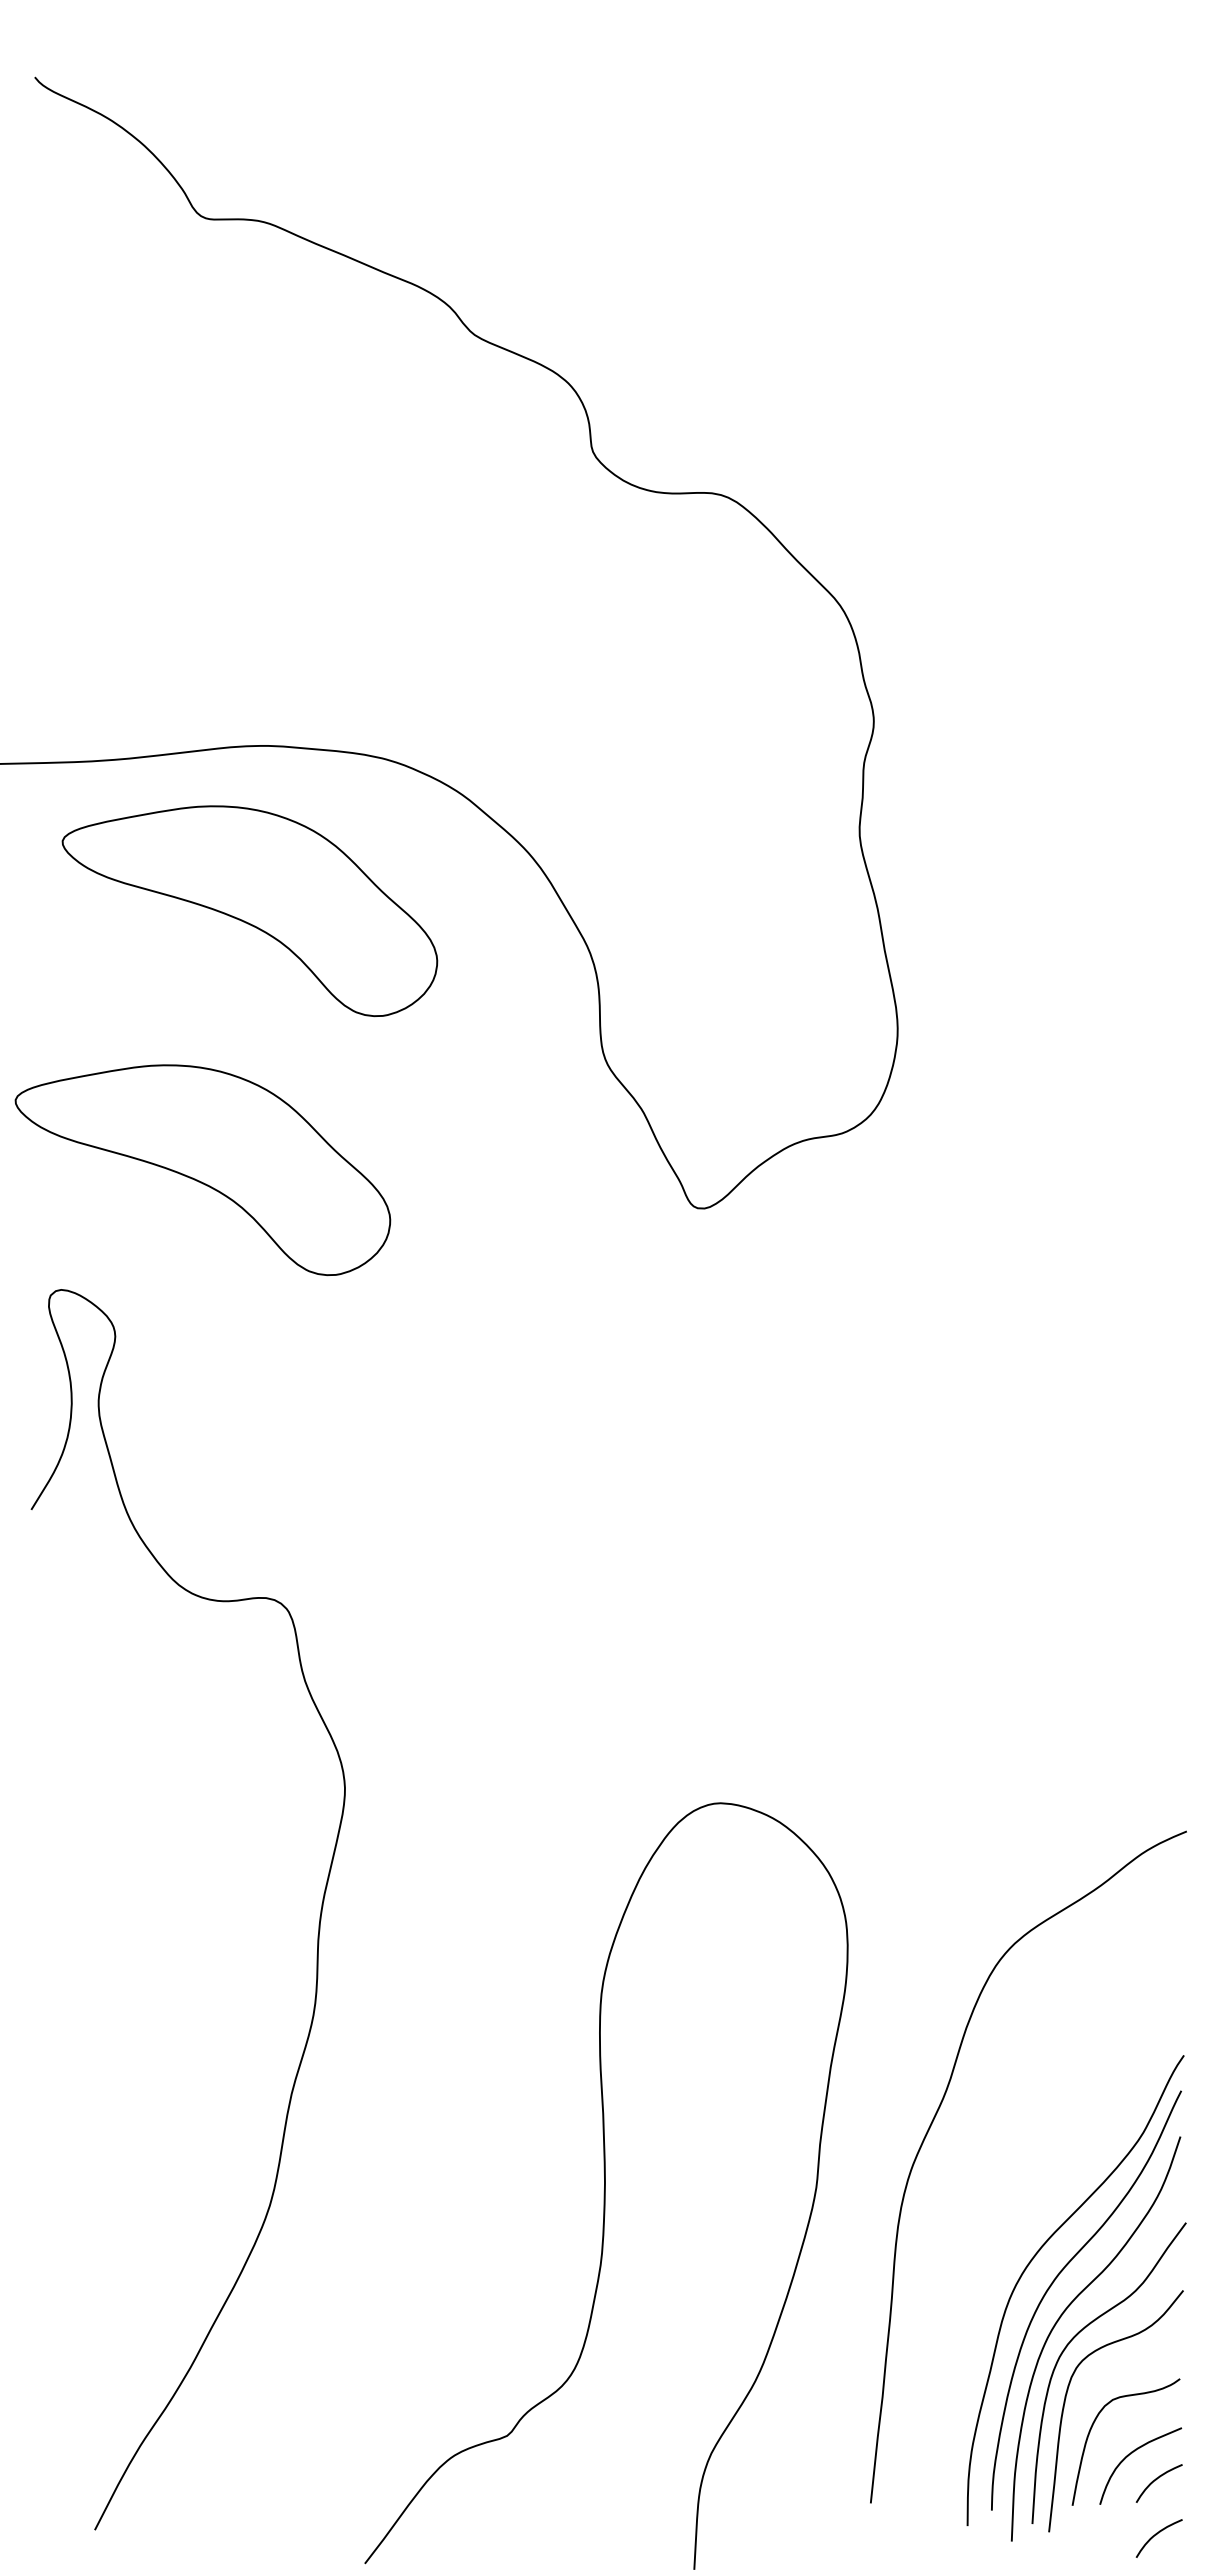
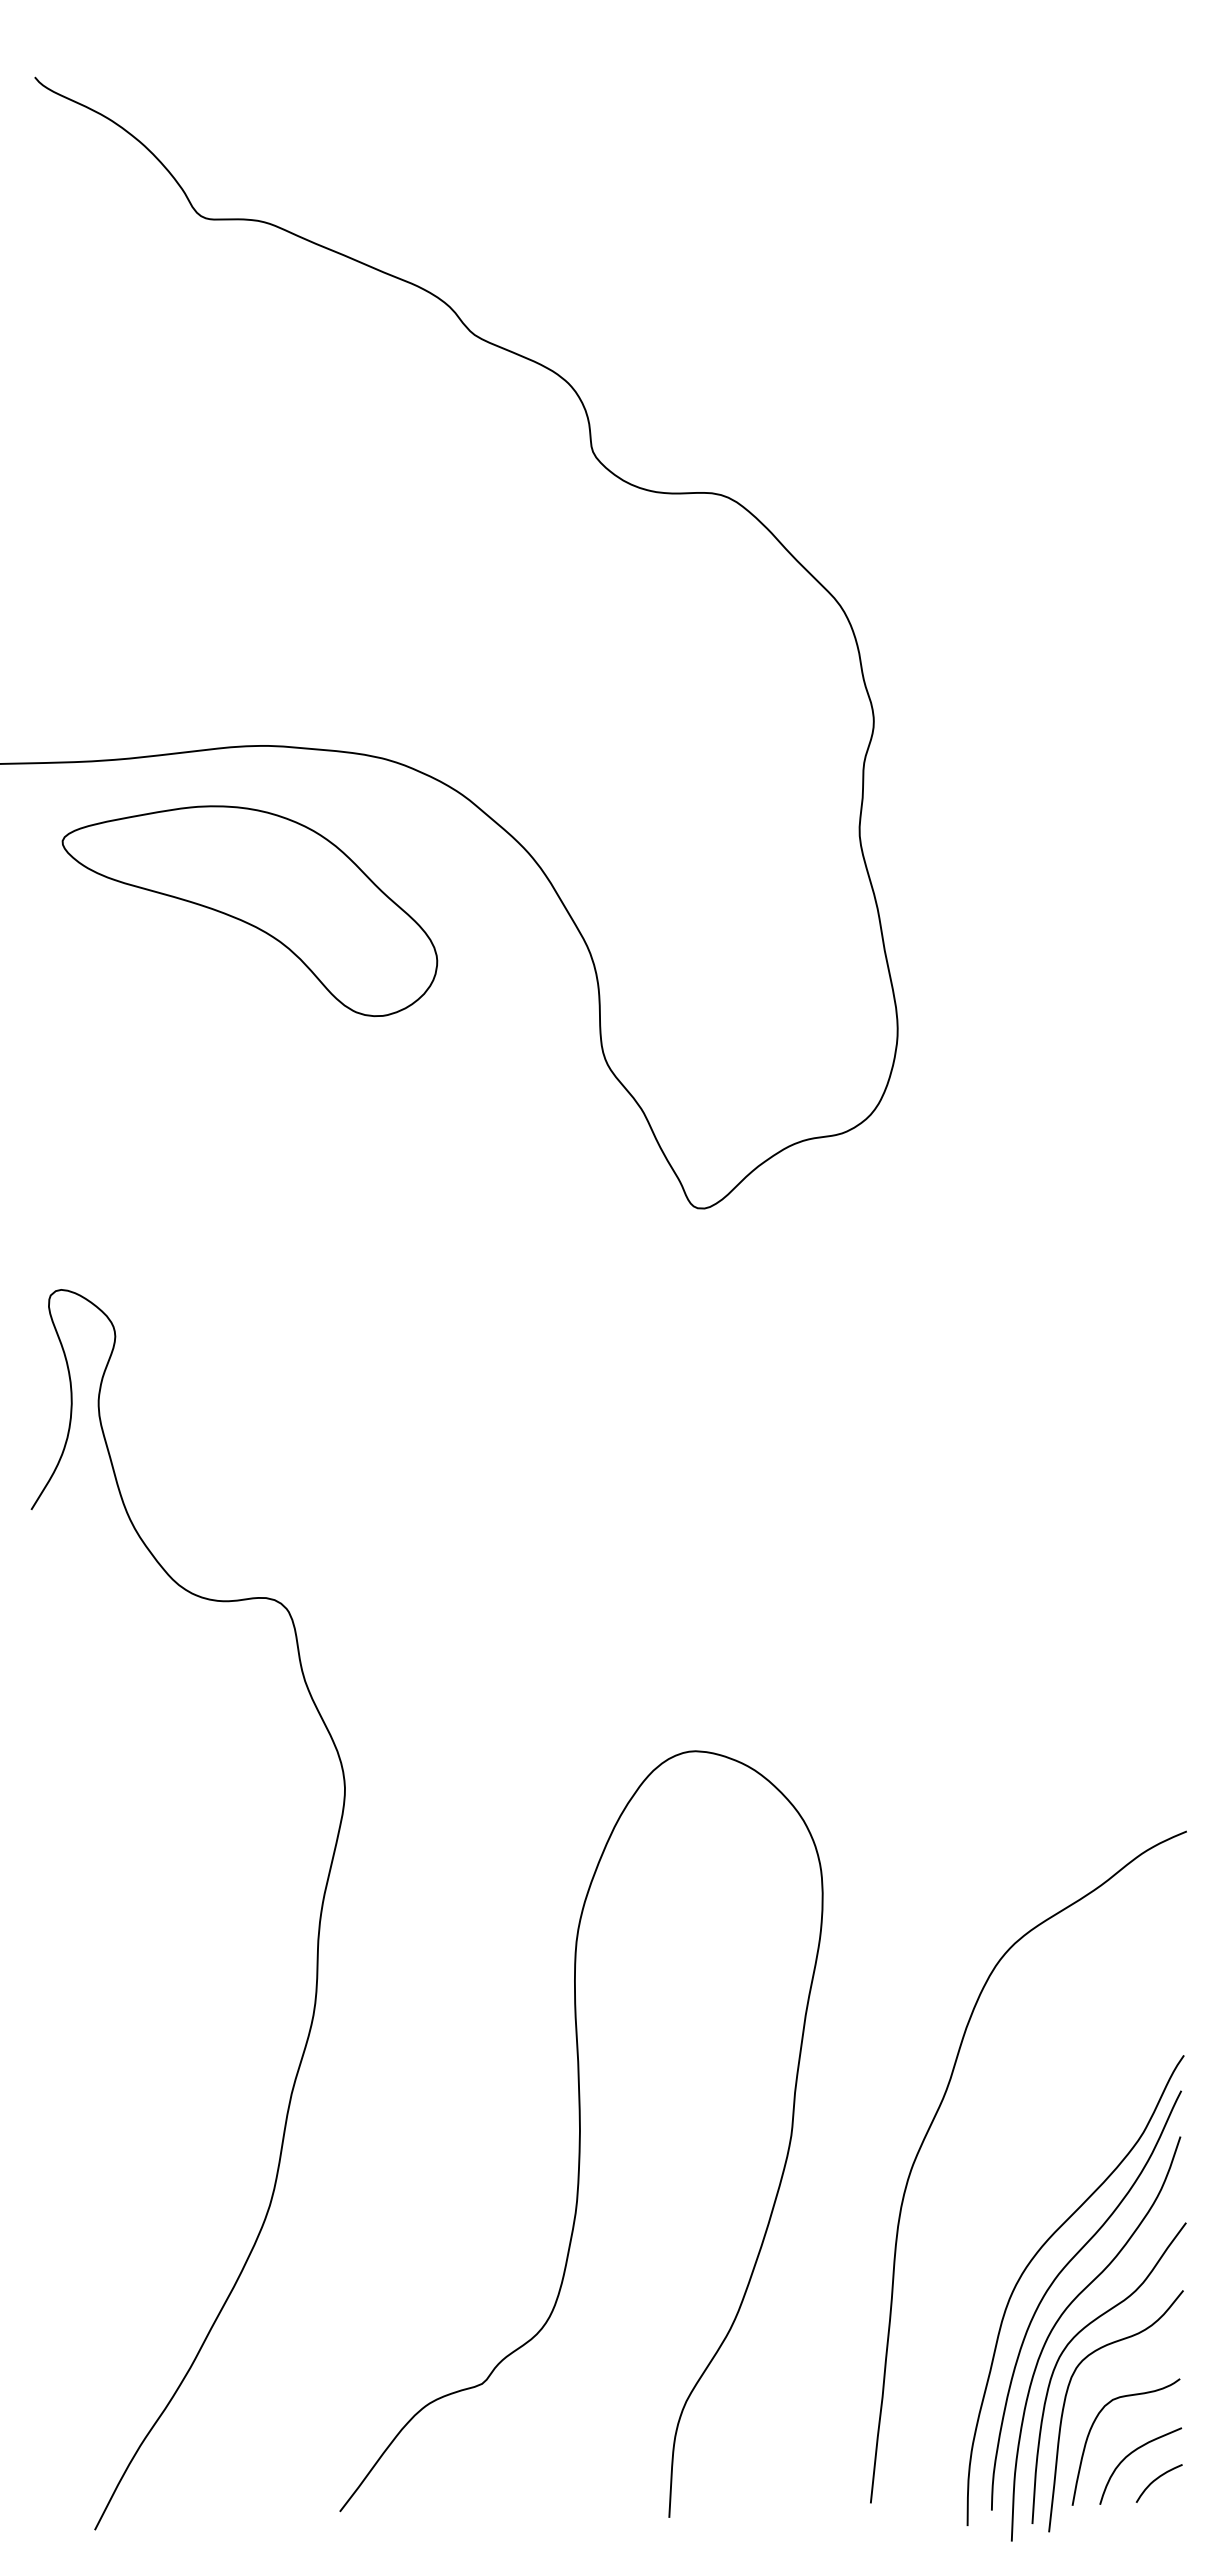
part at (202, 1170): present -> none
curve at (605, 2185) position: (605, 2185) -> (580, 2133)
curve at (1156, 2535): present -> none
